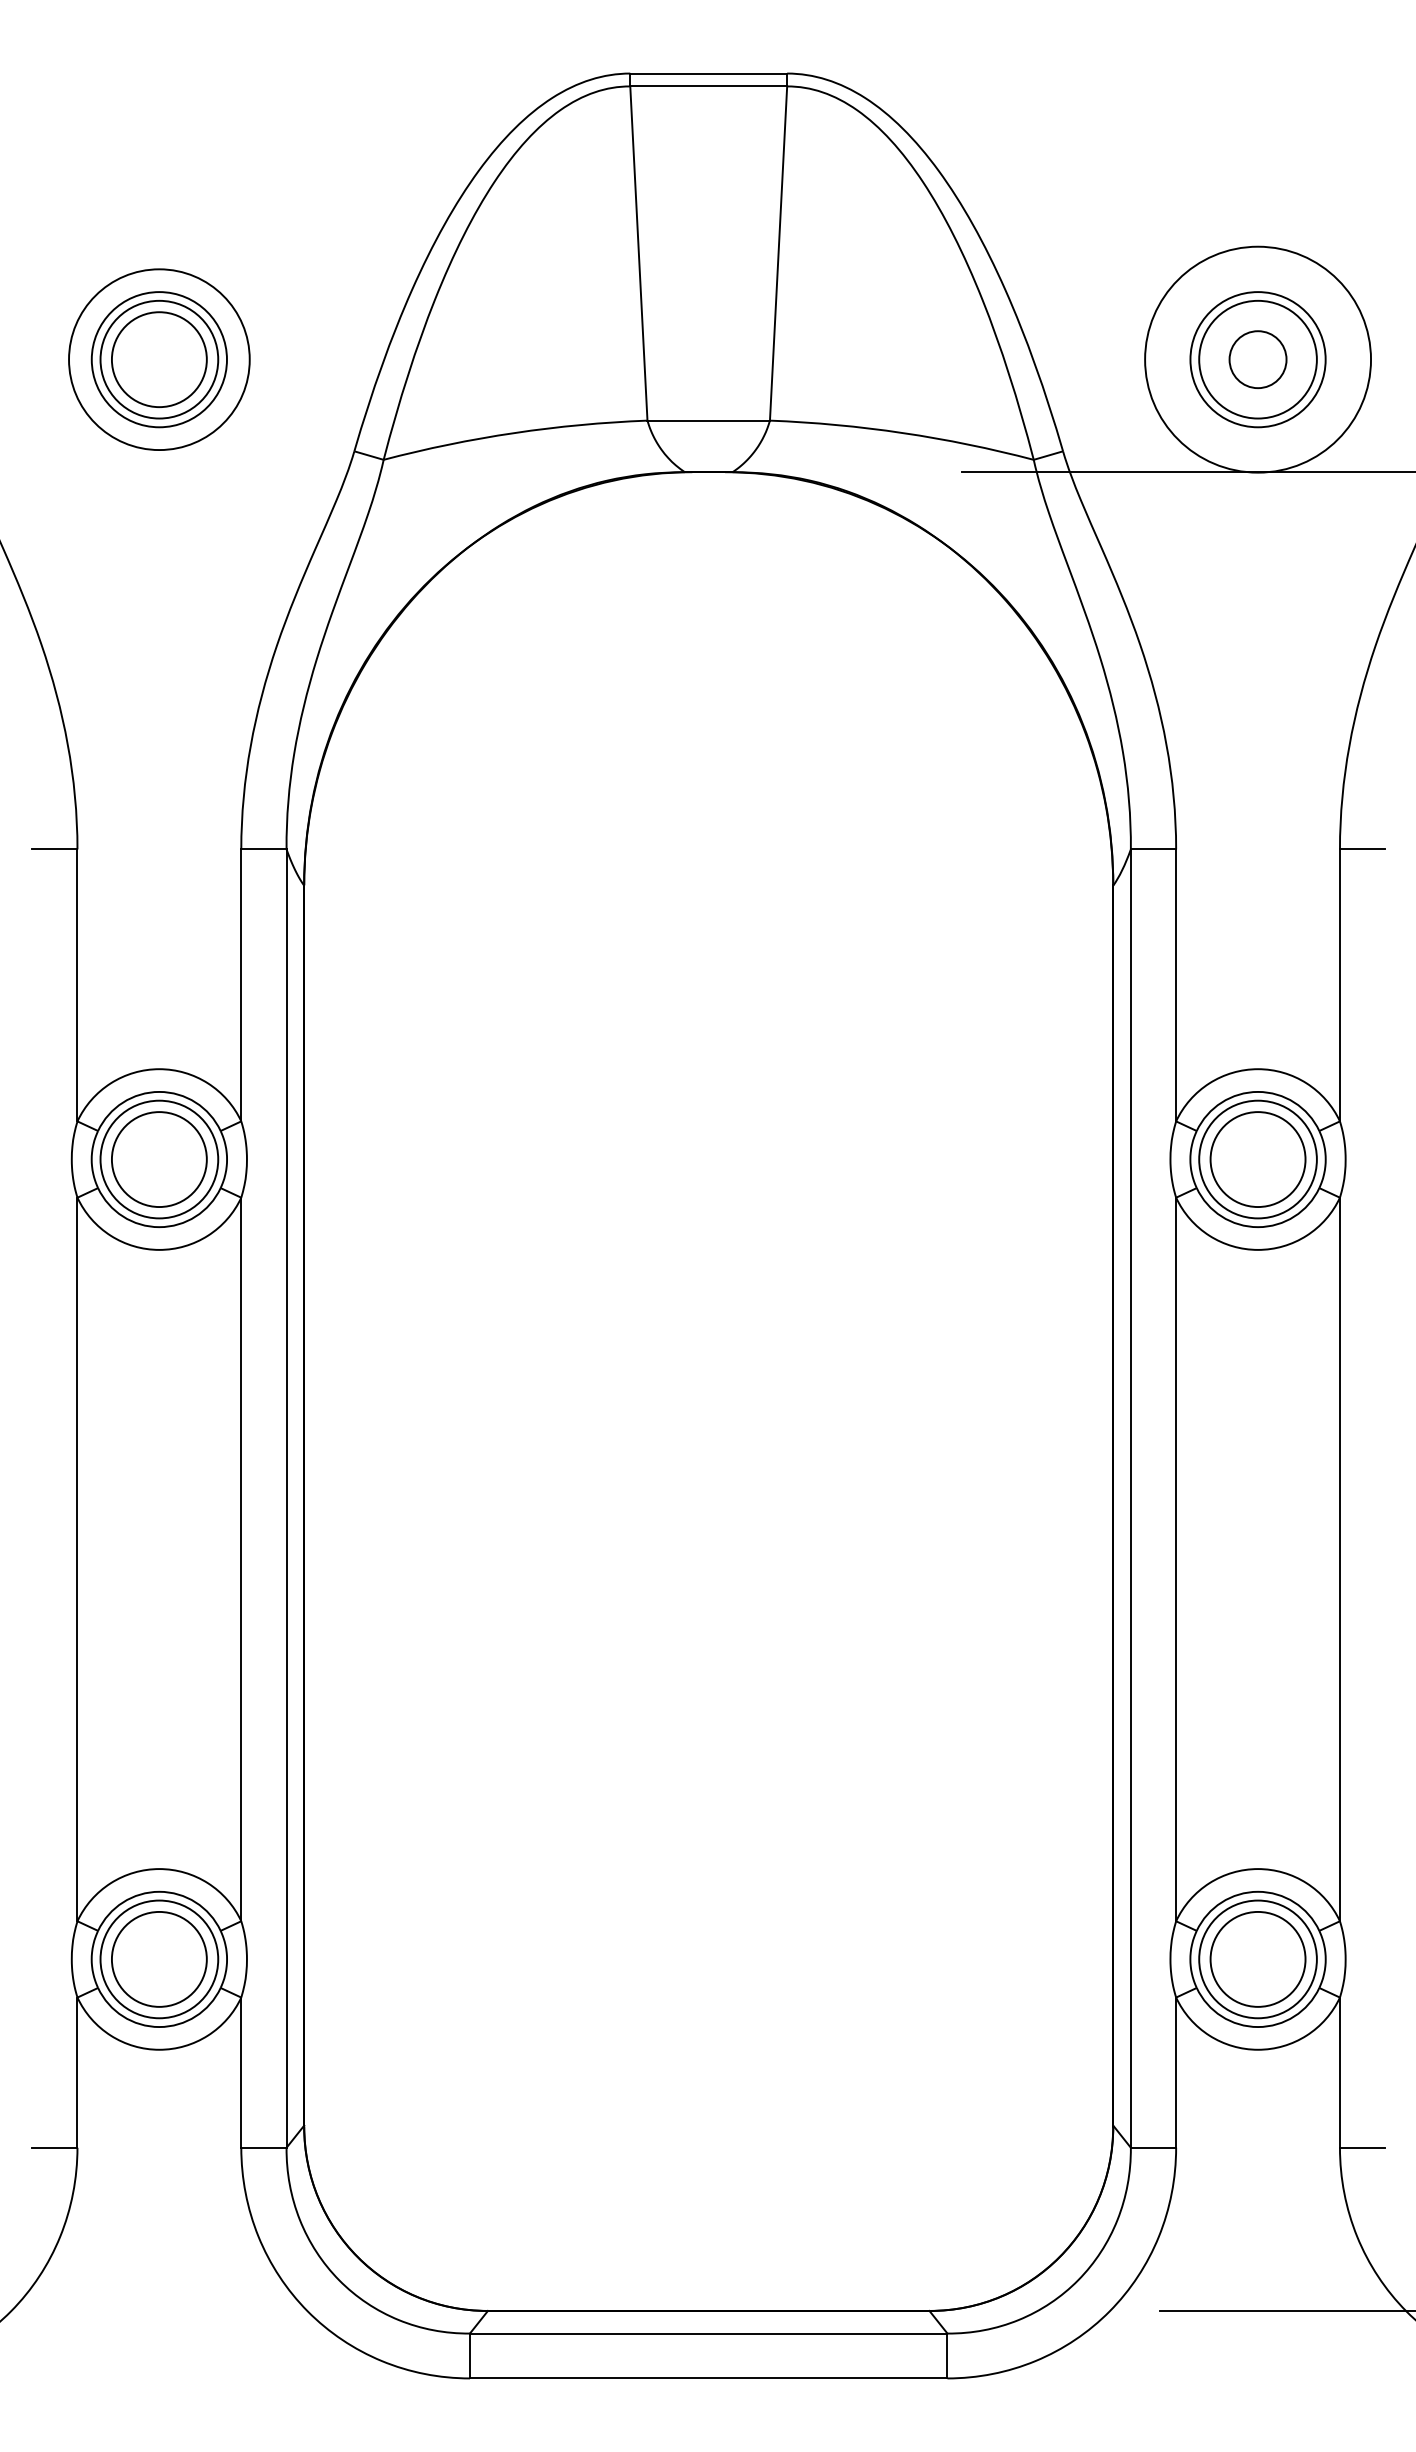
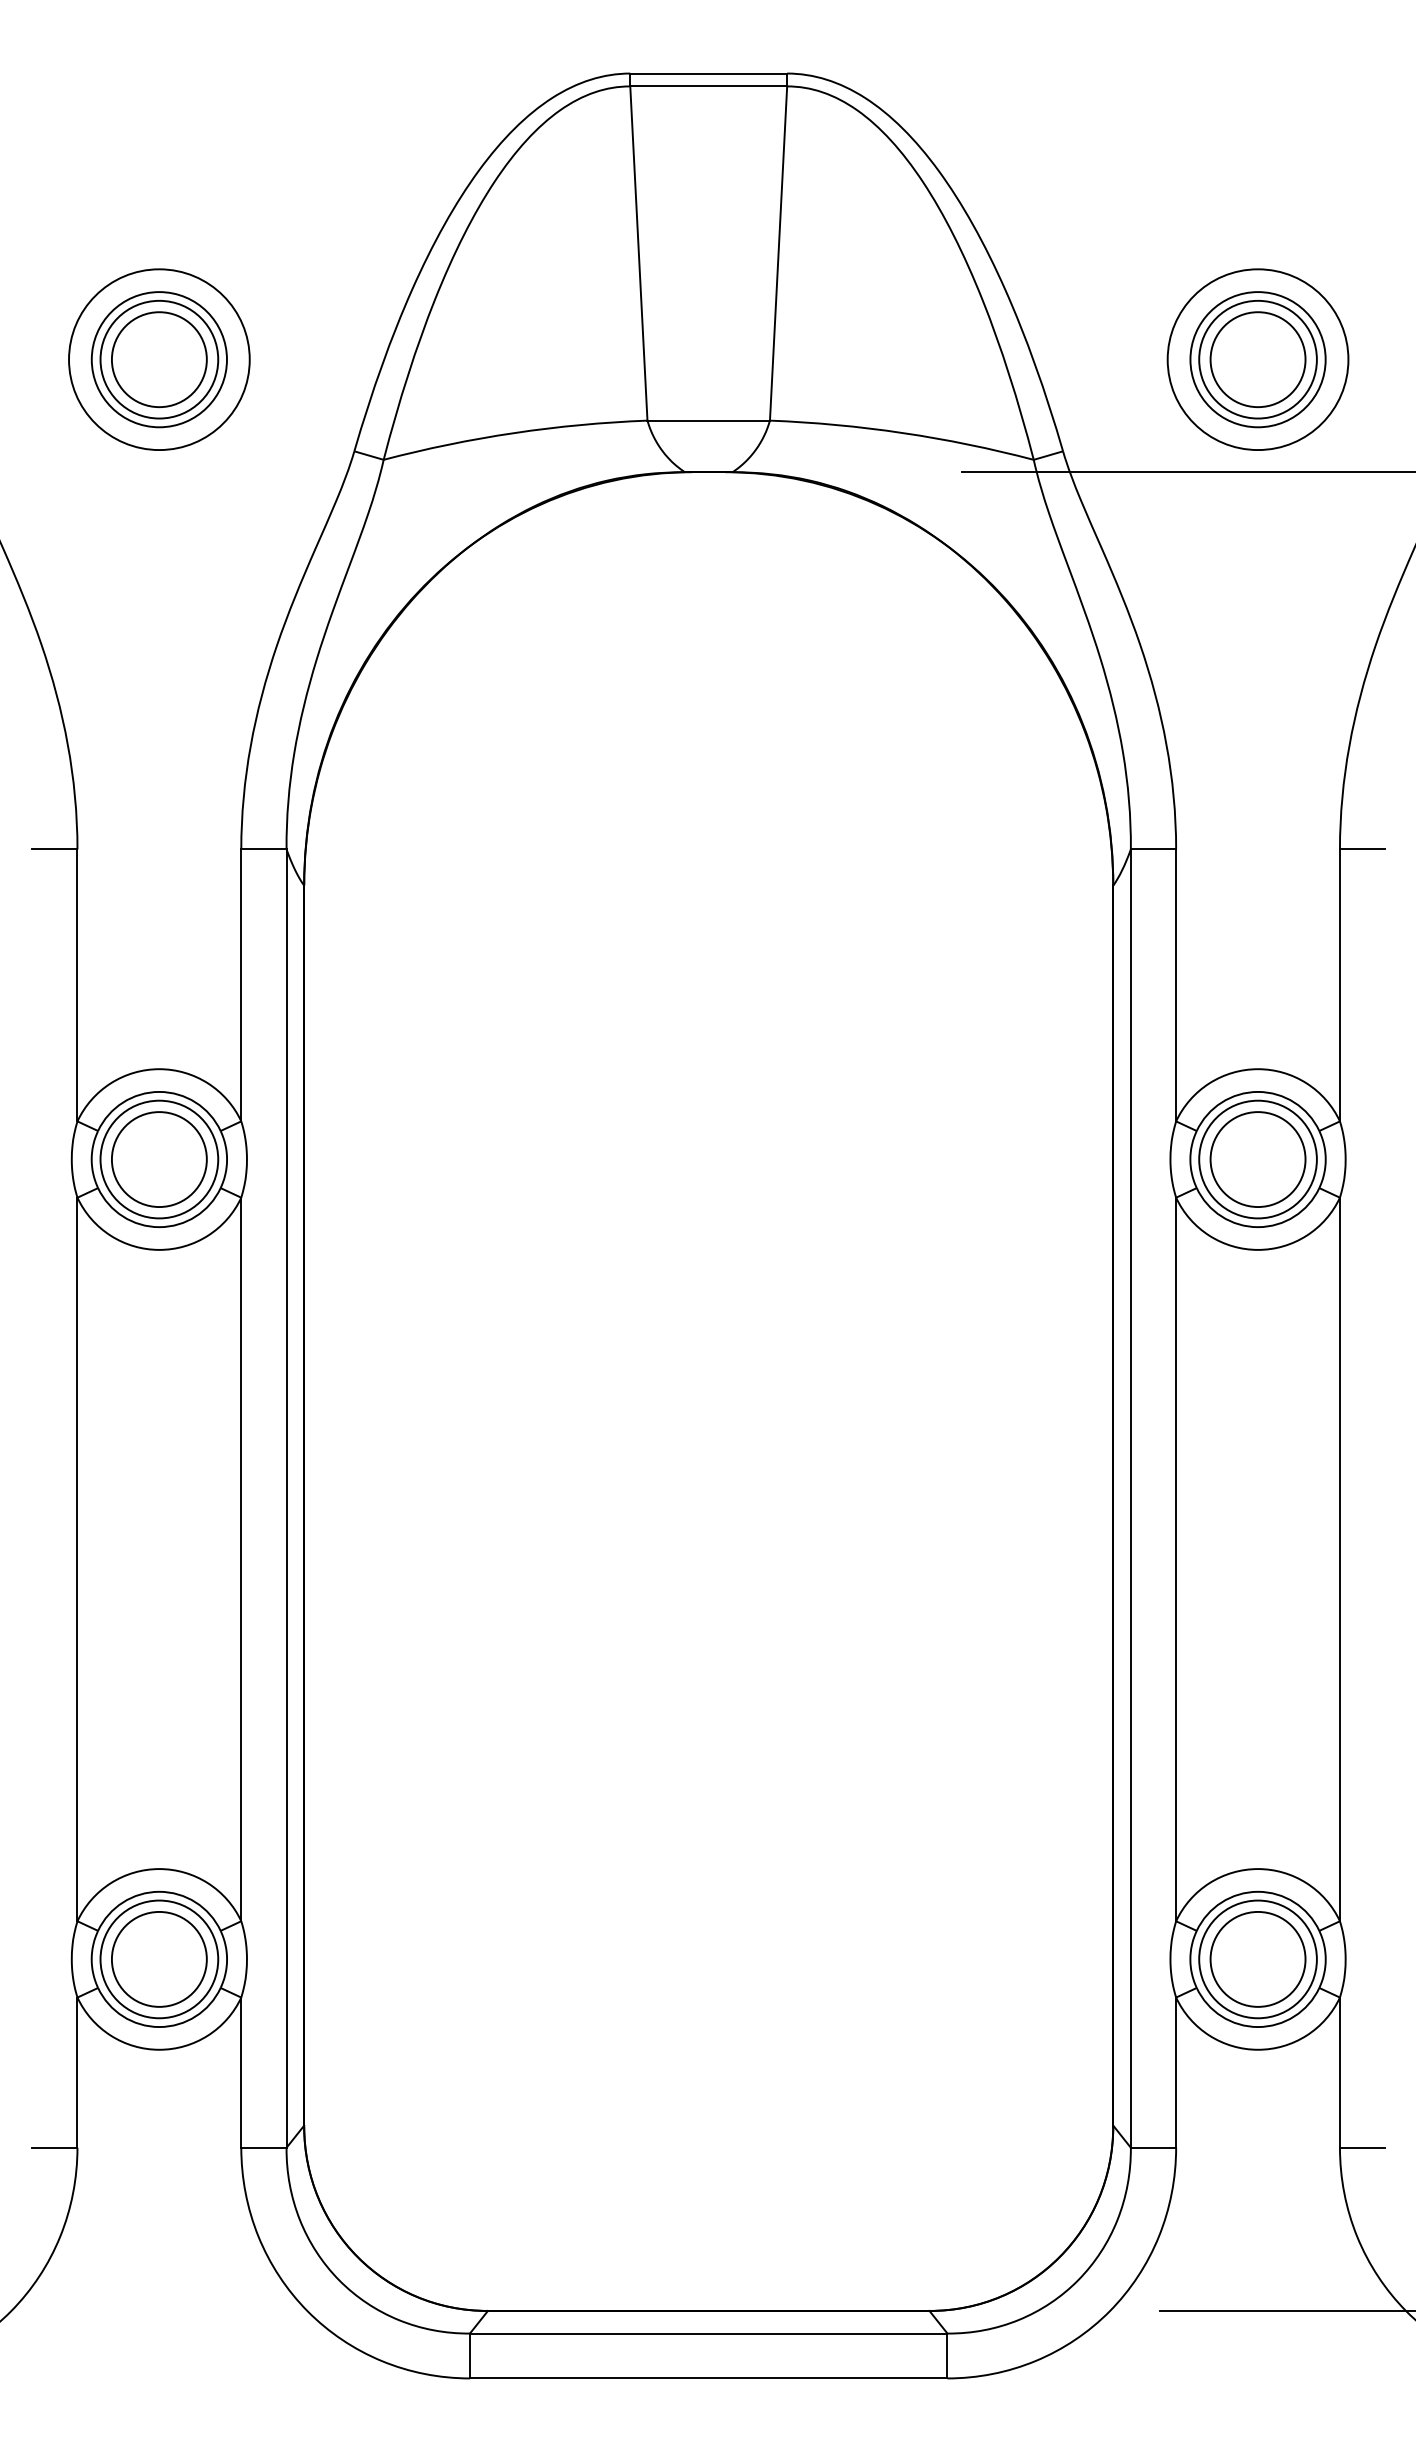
circle at (1257, 359) diameter: 57 px -> 95 px
circle at (1258, 359) diameter: 226 px -> 181 px
